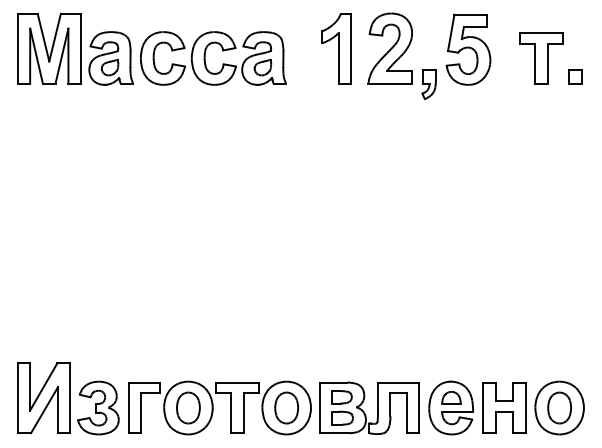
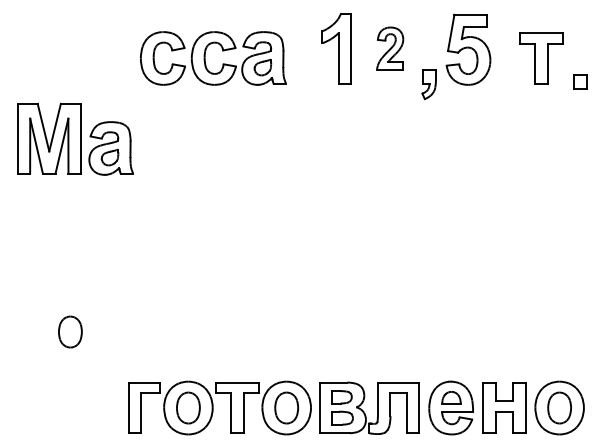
part at (75, 48) position: (75, 48) -> (75, 138)
part at (389, 48) size: 46x73 px -> 29x45 px
part at (575, 76) position: (575, 76) -> (580, 81)
part at (70, 331): none -> present
part at (68, 398): present -> none
